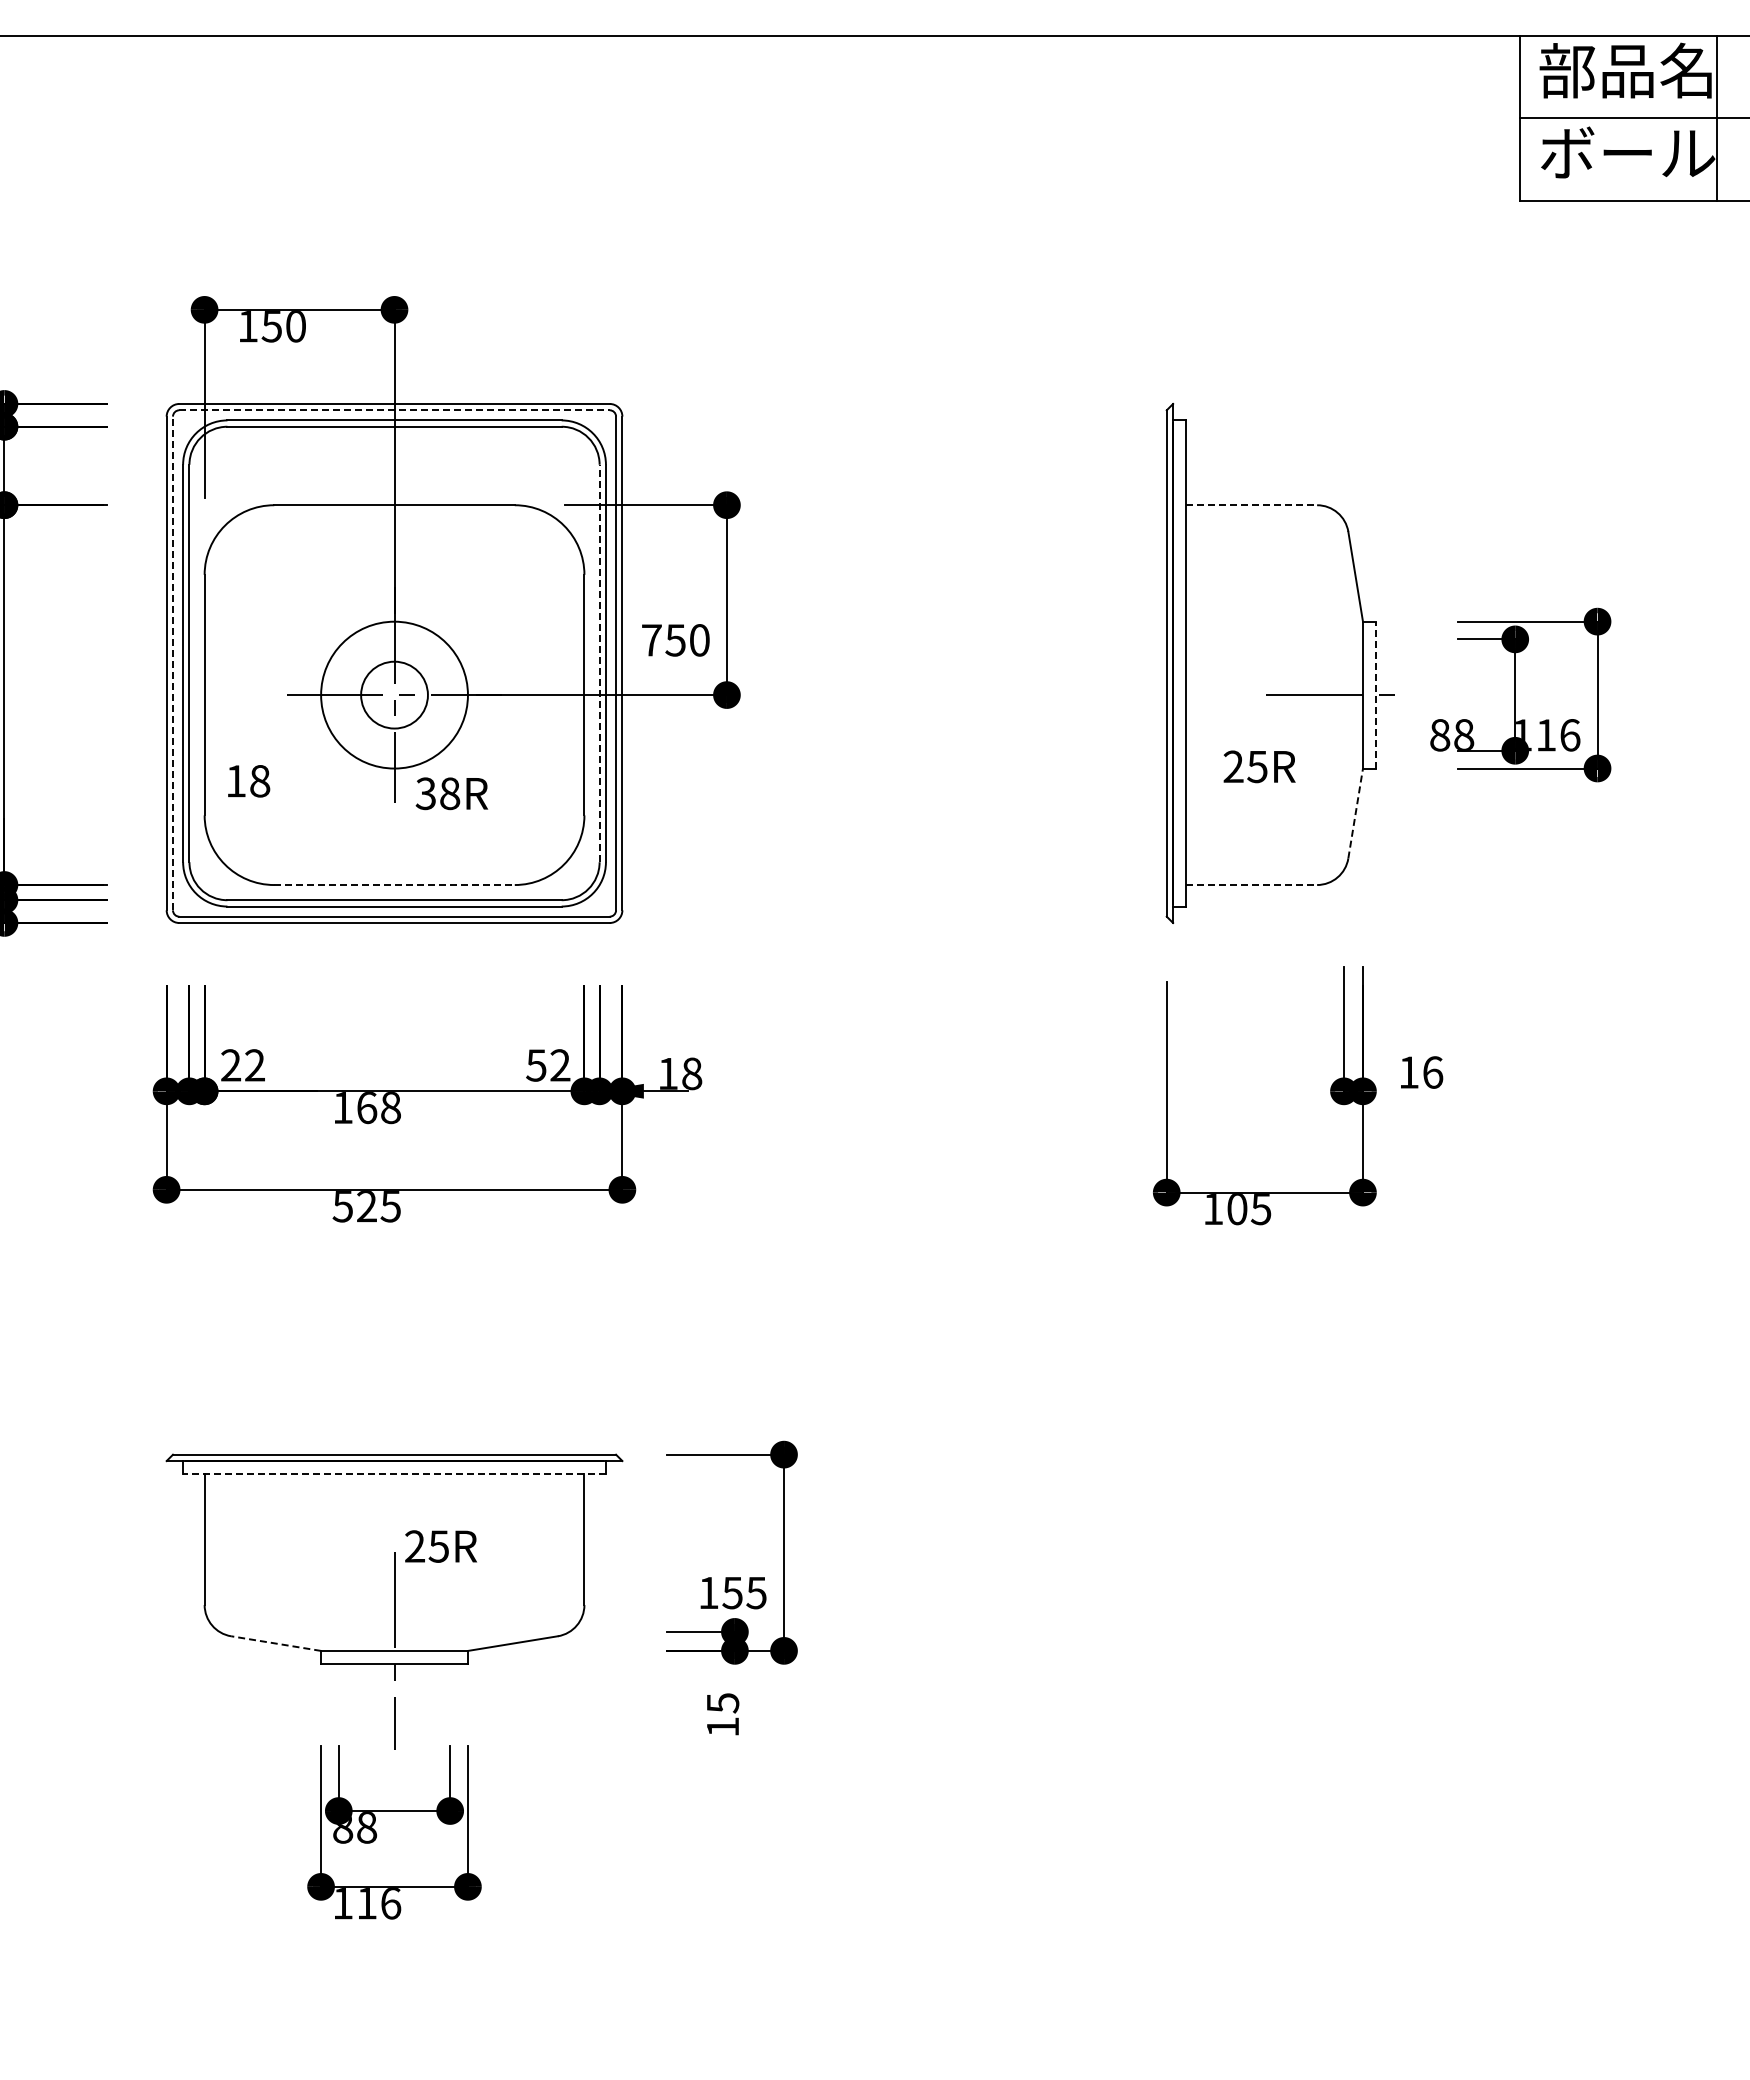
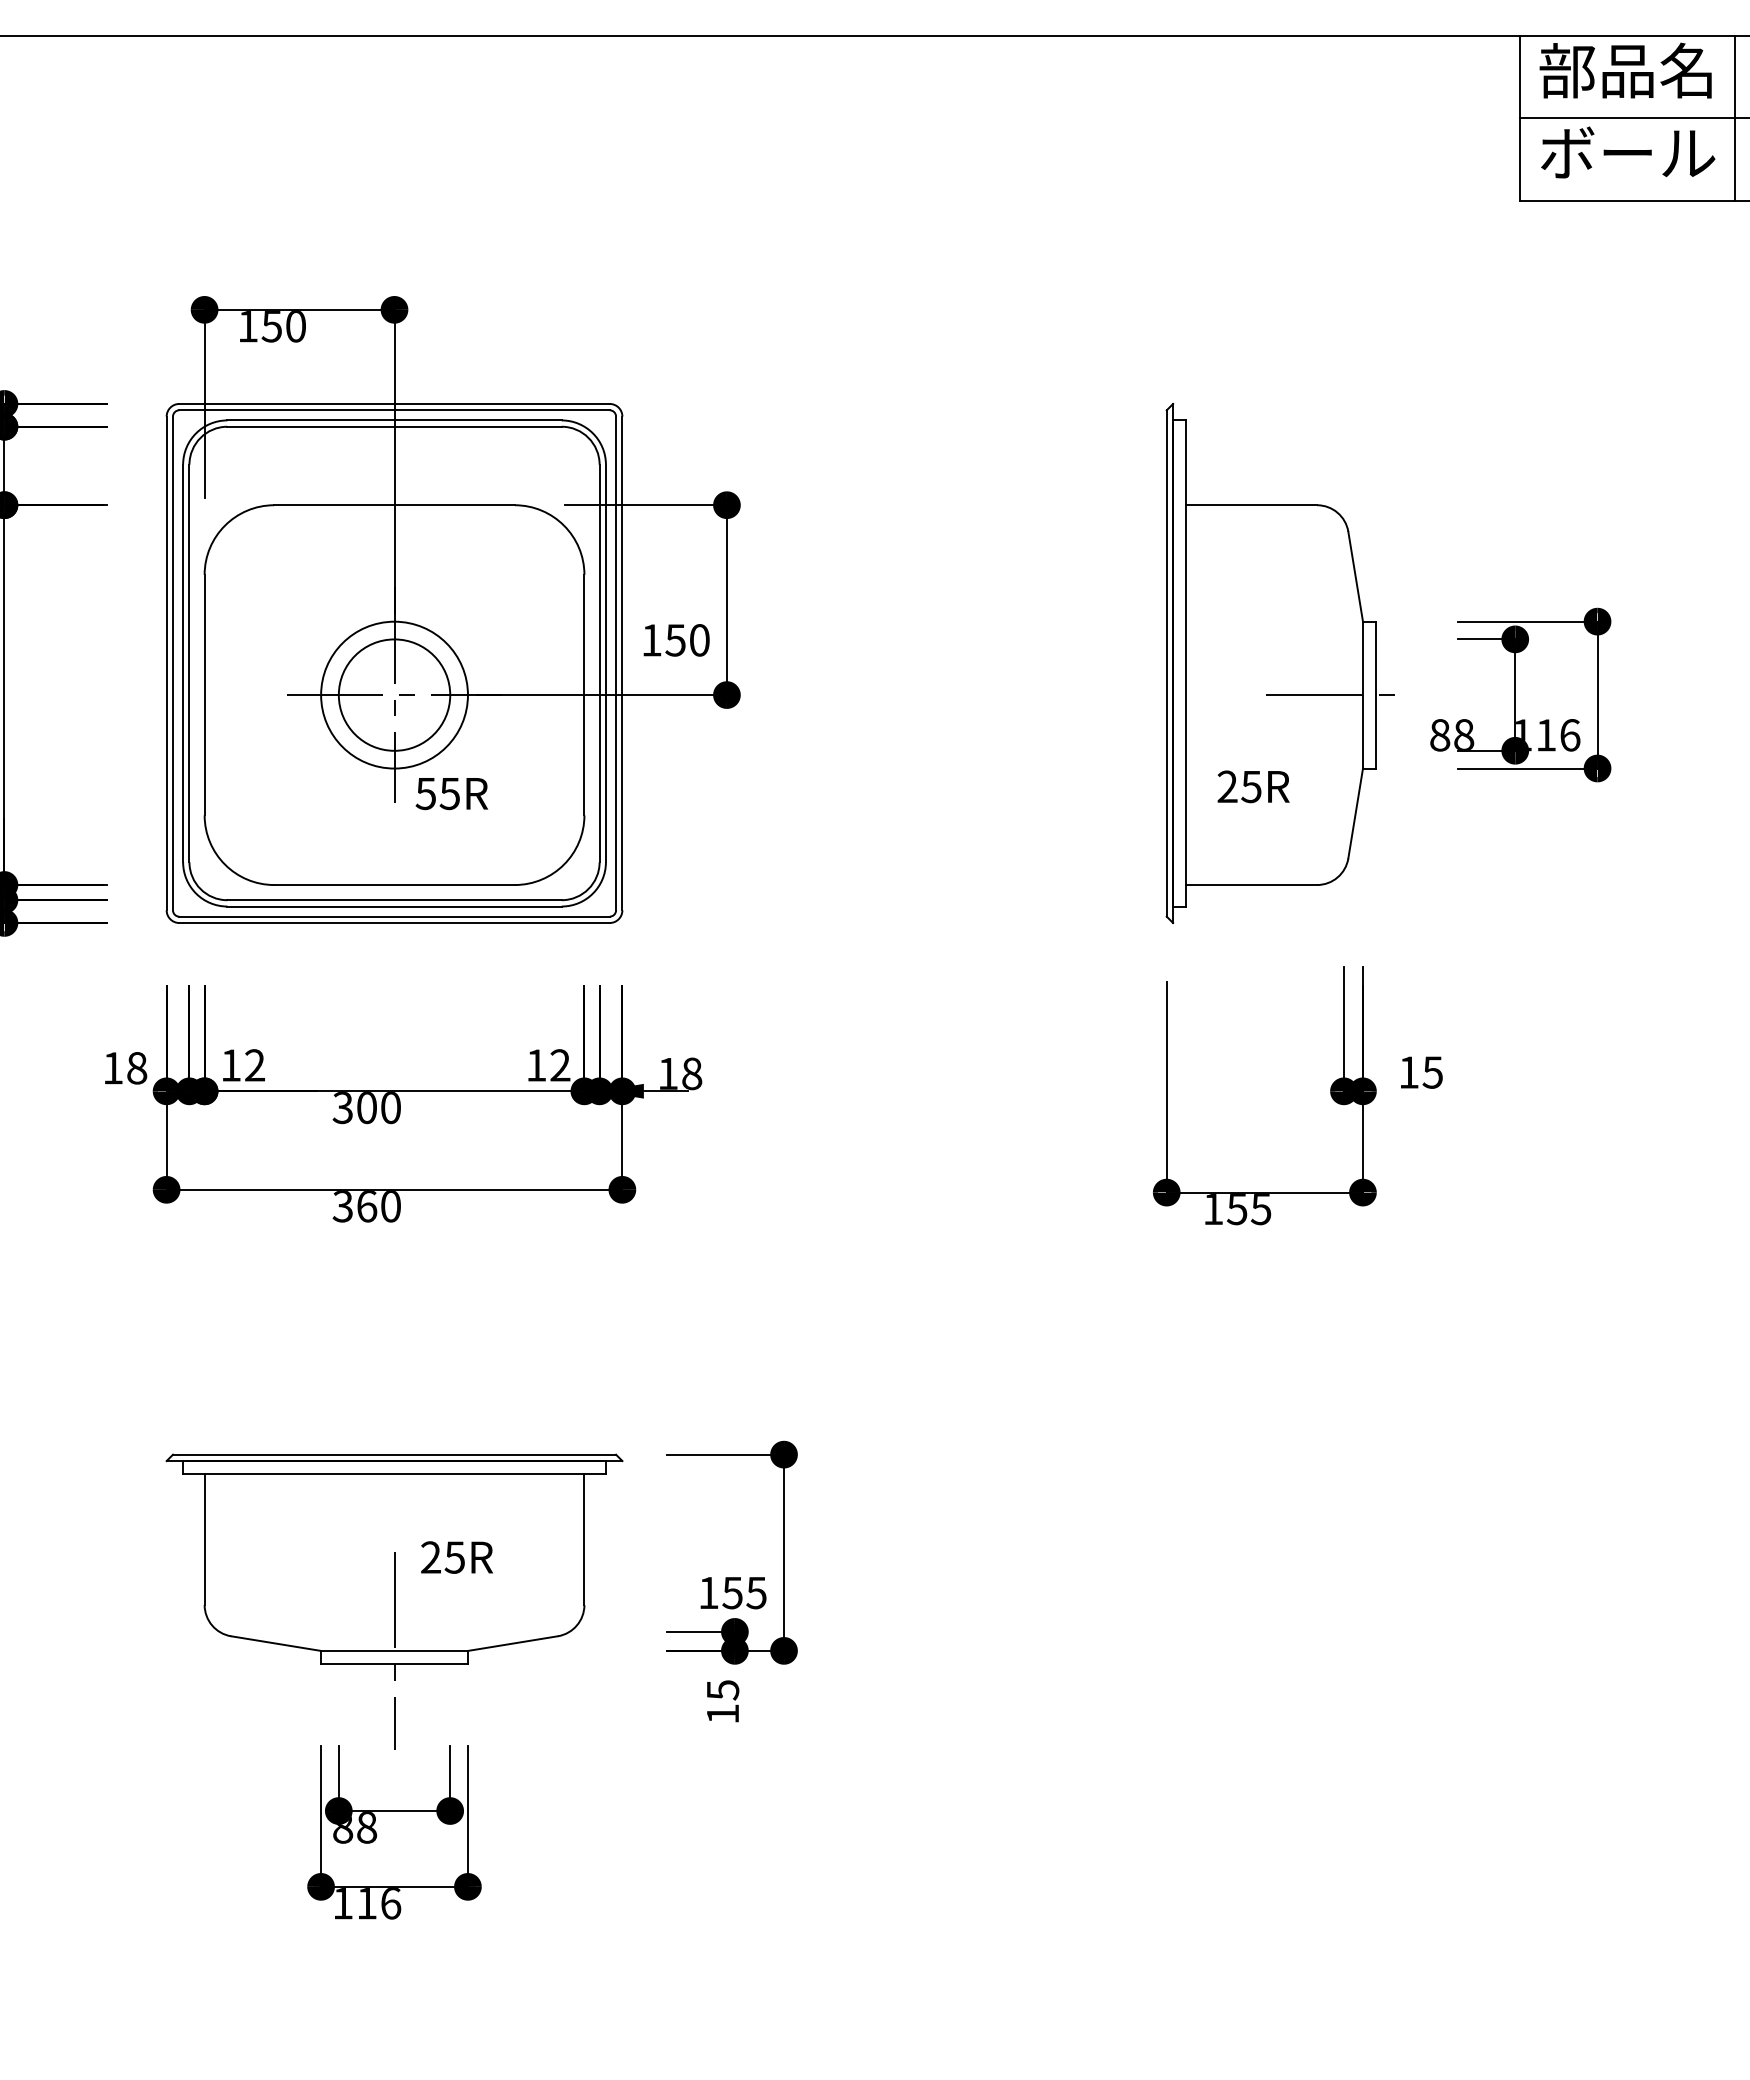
line at (1717, 118) position: (1717, 118) -> (1735, 118)
line at (395, 410): dashed -> solid
line at (1251, 505): dashed -> solid
text at (651, 640): 750 -> 150
line at (173, 663): dashed -> solid
line at (599, 663): dashed -> solid
circle at (394, 694) diameter: 67 px -> 111 px
line at (1375, 694): dashed -> solid
text at (1259, 766) position: (1259, 766) -> (1253, 786)
text at (249, 781) position: (249, 781) -> (126, 1068)
text at (438, 793): 38R -> 55R
line at (1355, 813): dashed -> solid
line at (395, 885): dashed -> solid
line at (1251, 885): dashed -> solid
text at (231, 1065): 22 -> 12
text at (536, 1065): 52 -> 12
text at (1432, 1072): 16 -> 15
text at (366, 1108): 168 -> 300
text at (366, 1206): 525 -> 360
text at (1237, 1209): 105 -> 155
line at (394, 1473): dashed -> solid
text at (440, 1546) position: (440, 1546) -> (456, 1557)
line at (276, 1643): dashed -> solid
text at (723, 1714) position: (723, 1714) -> (723, 1701)
